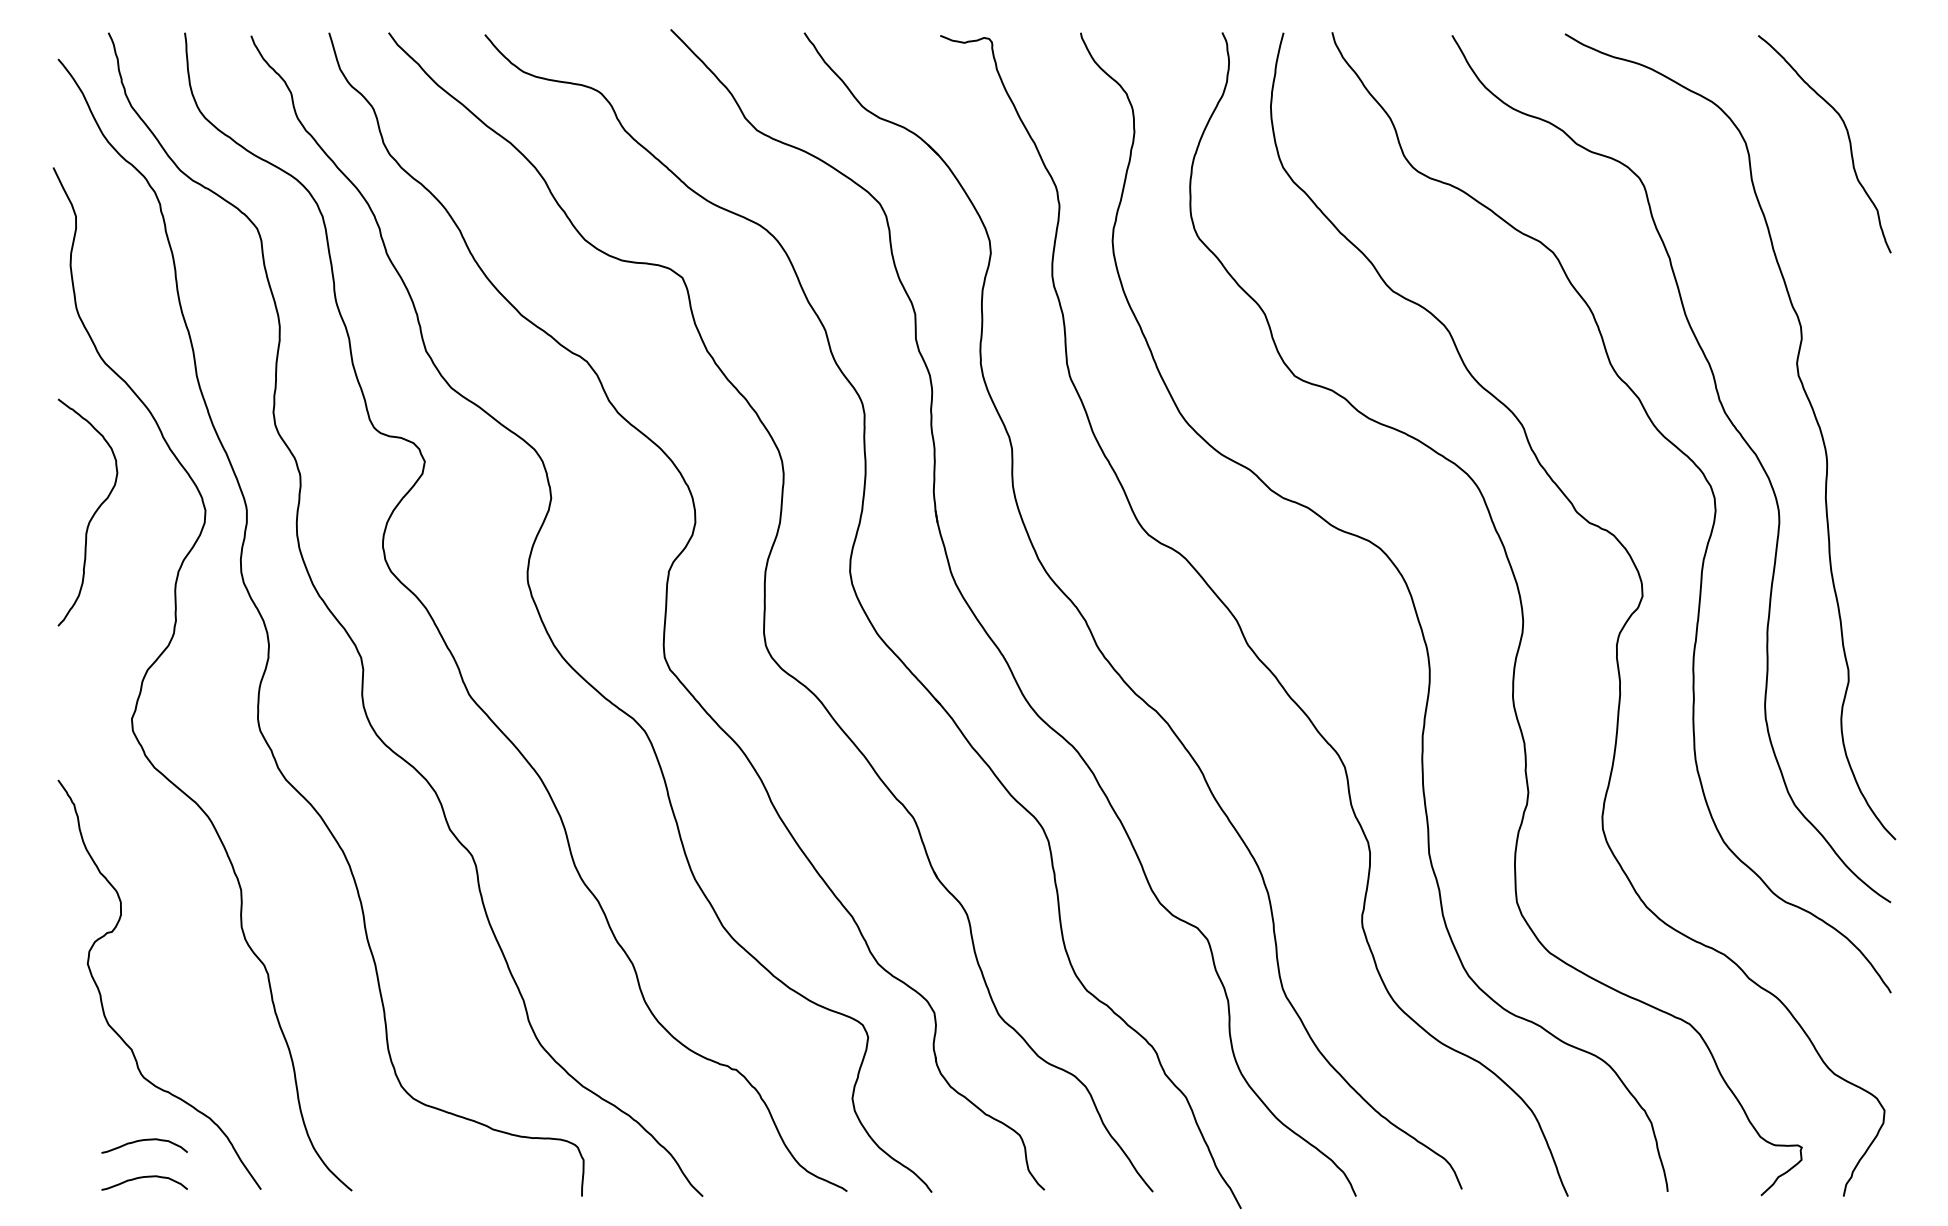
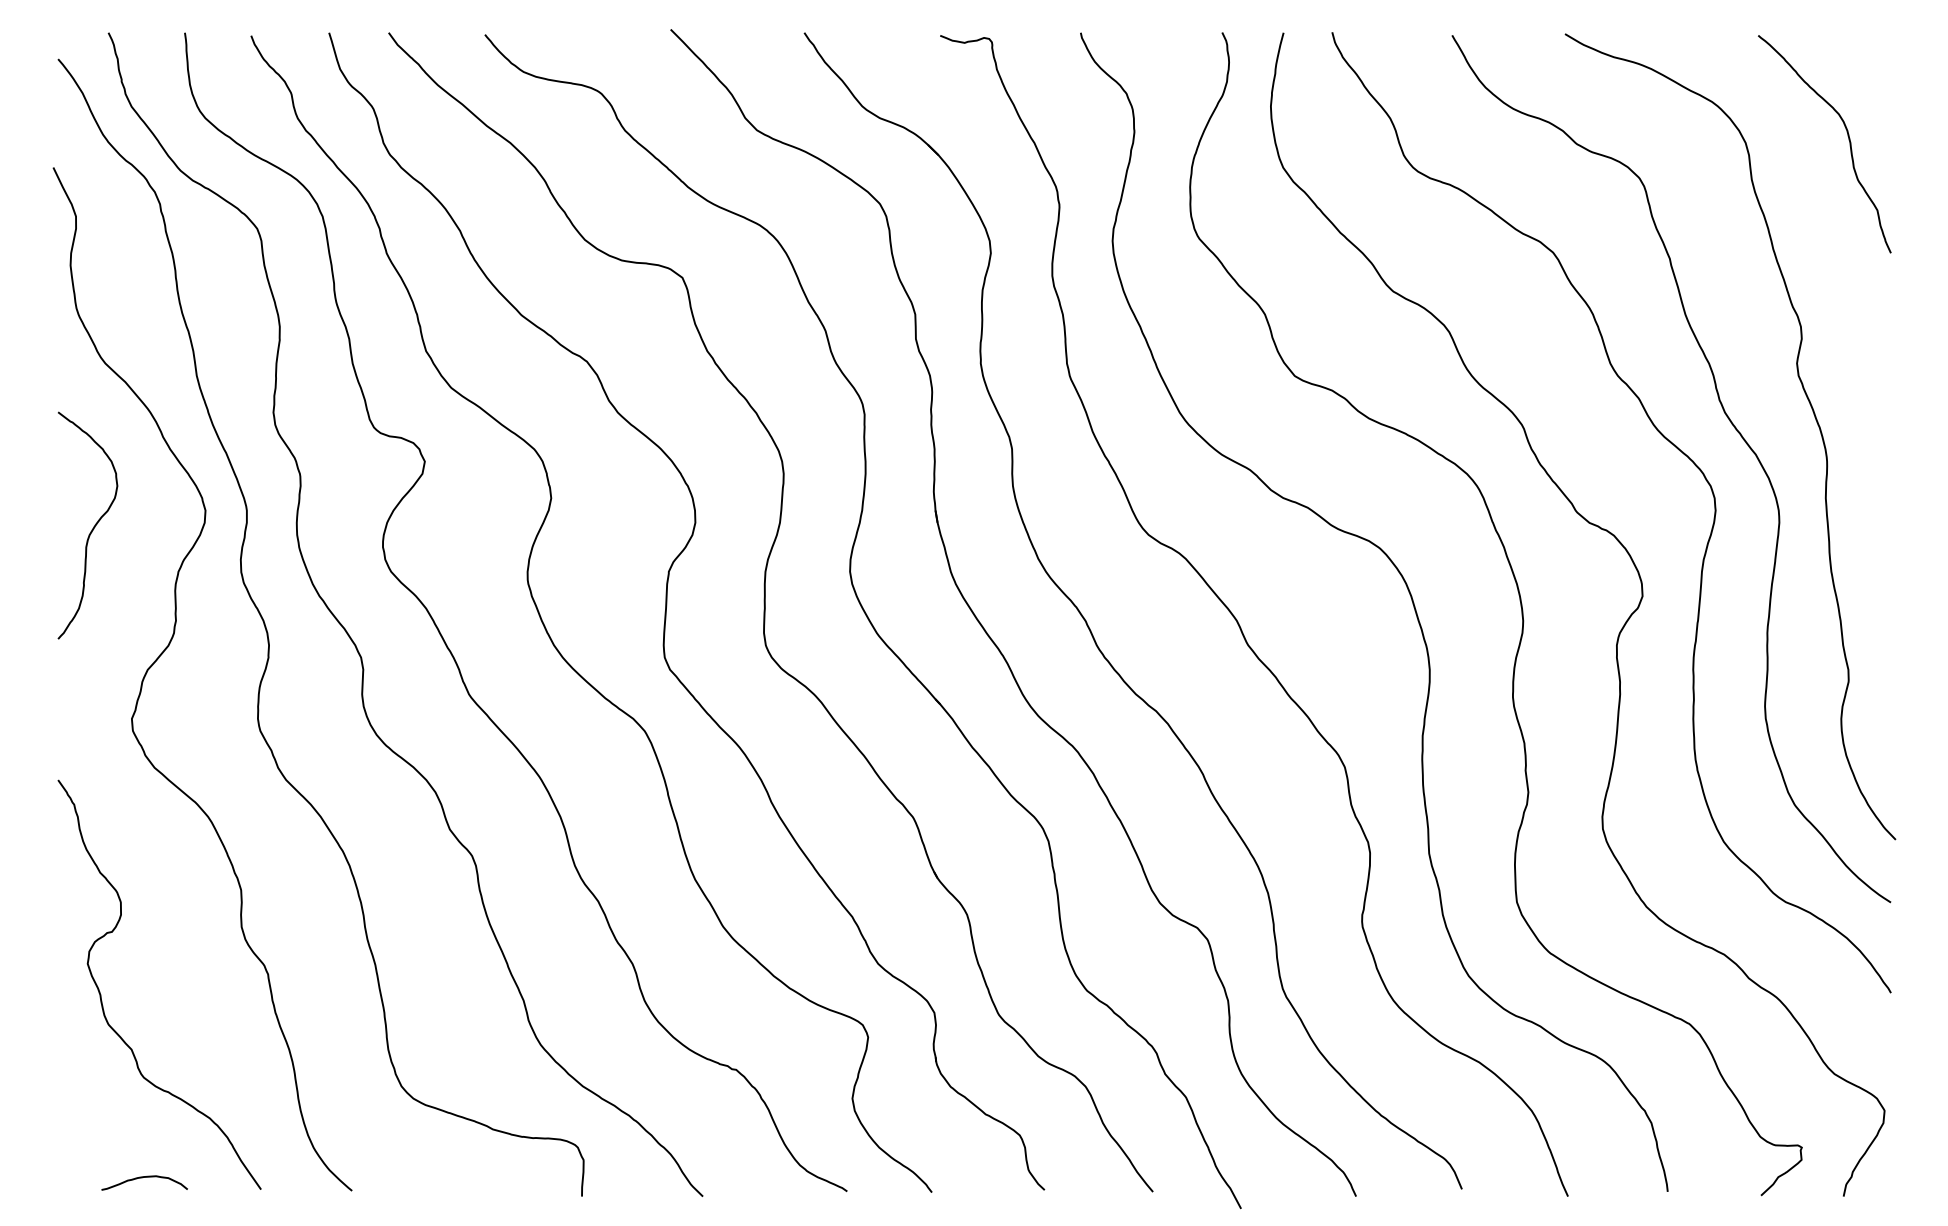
curve at (91, 516) position: (91, 516) -> (91, 529)
curve at (142, 1141): present -> none
